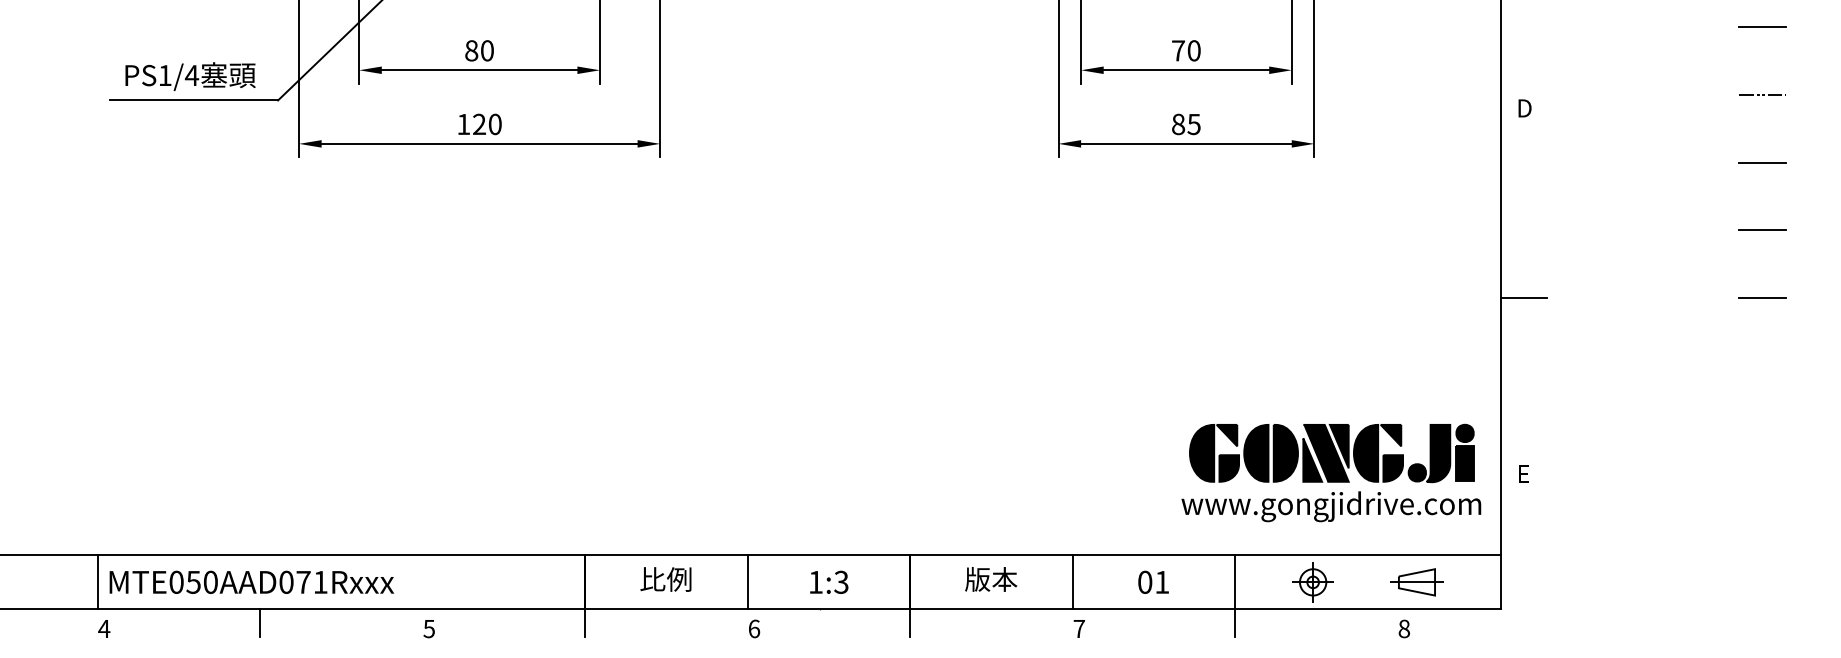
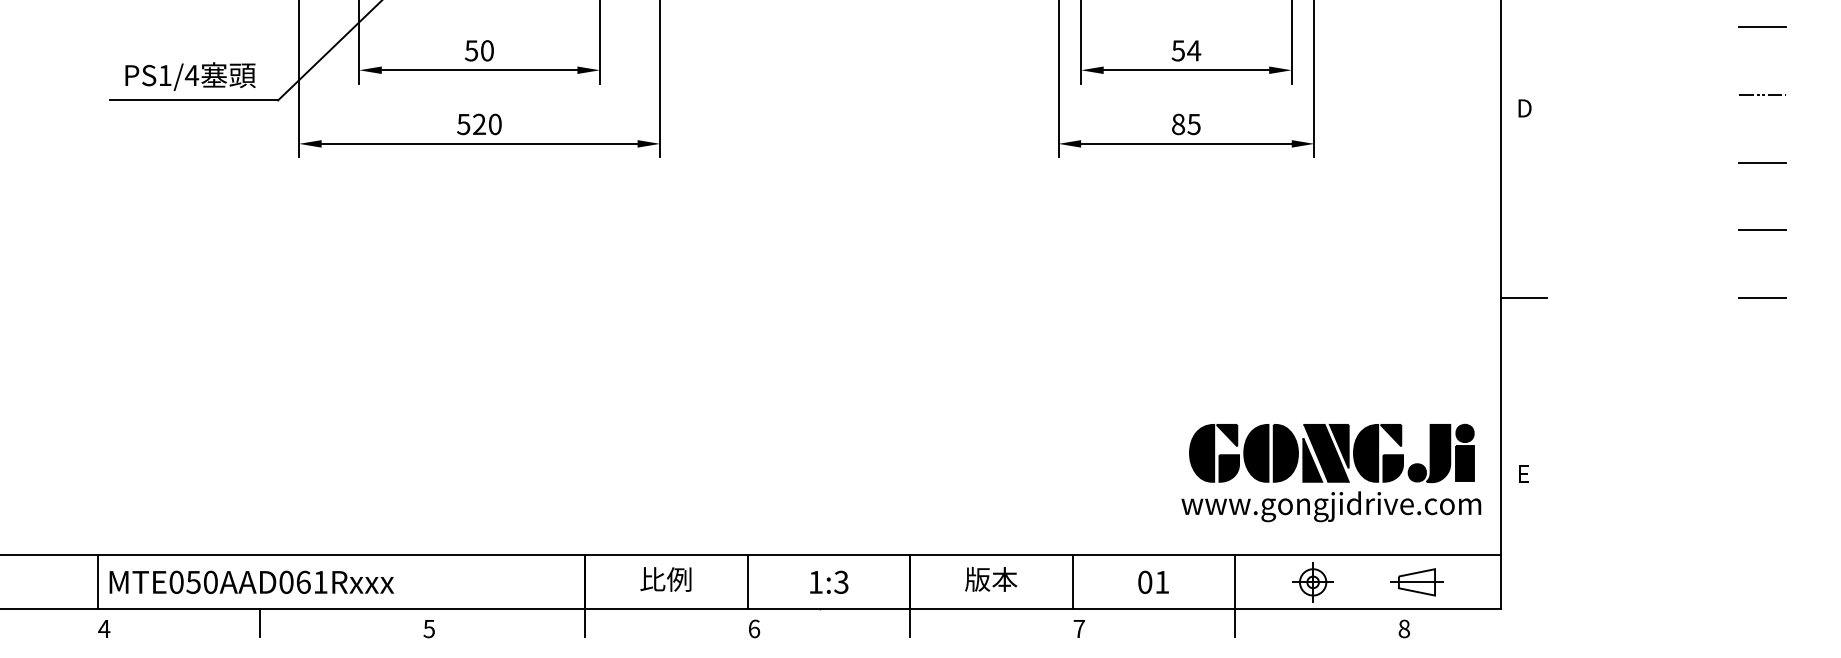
text at (471, 50): 80 -> 50
text at (1186, 50): 70 -> 54
text at (463, 124): 120 -> 520
text at (303, 581): MTE050AAD071Rxxx -> MTE050AAD061Rxxx
